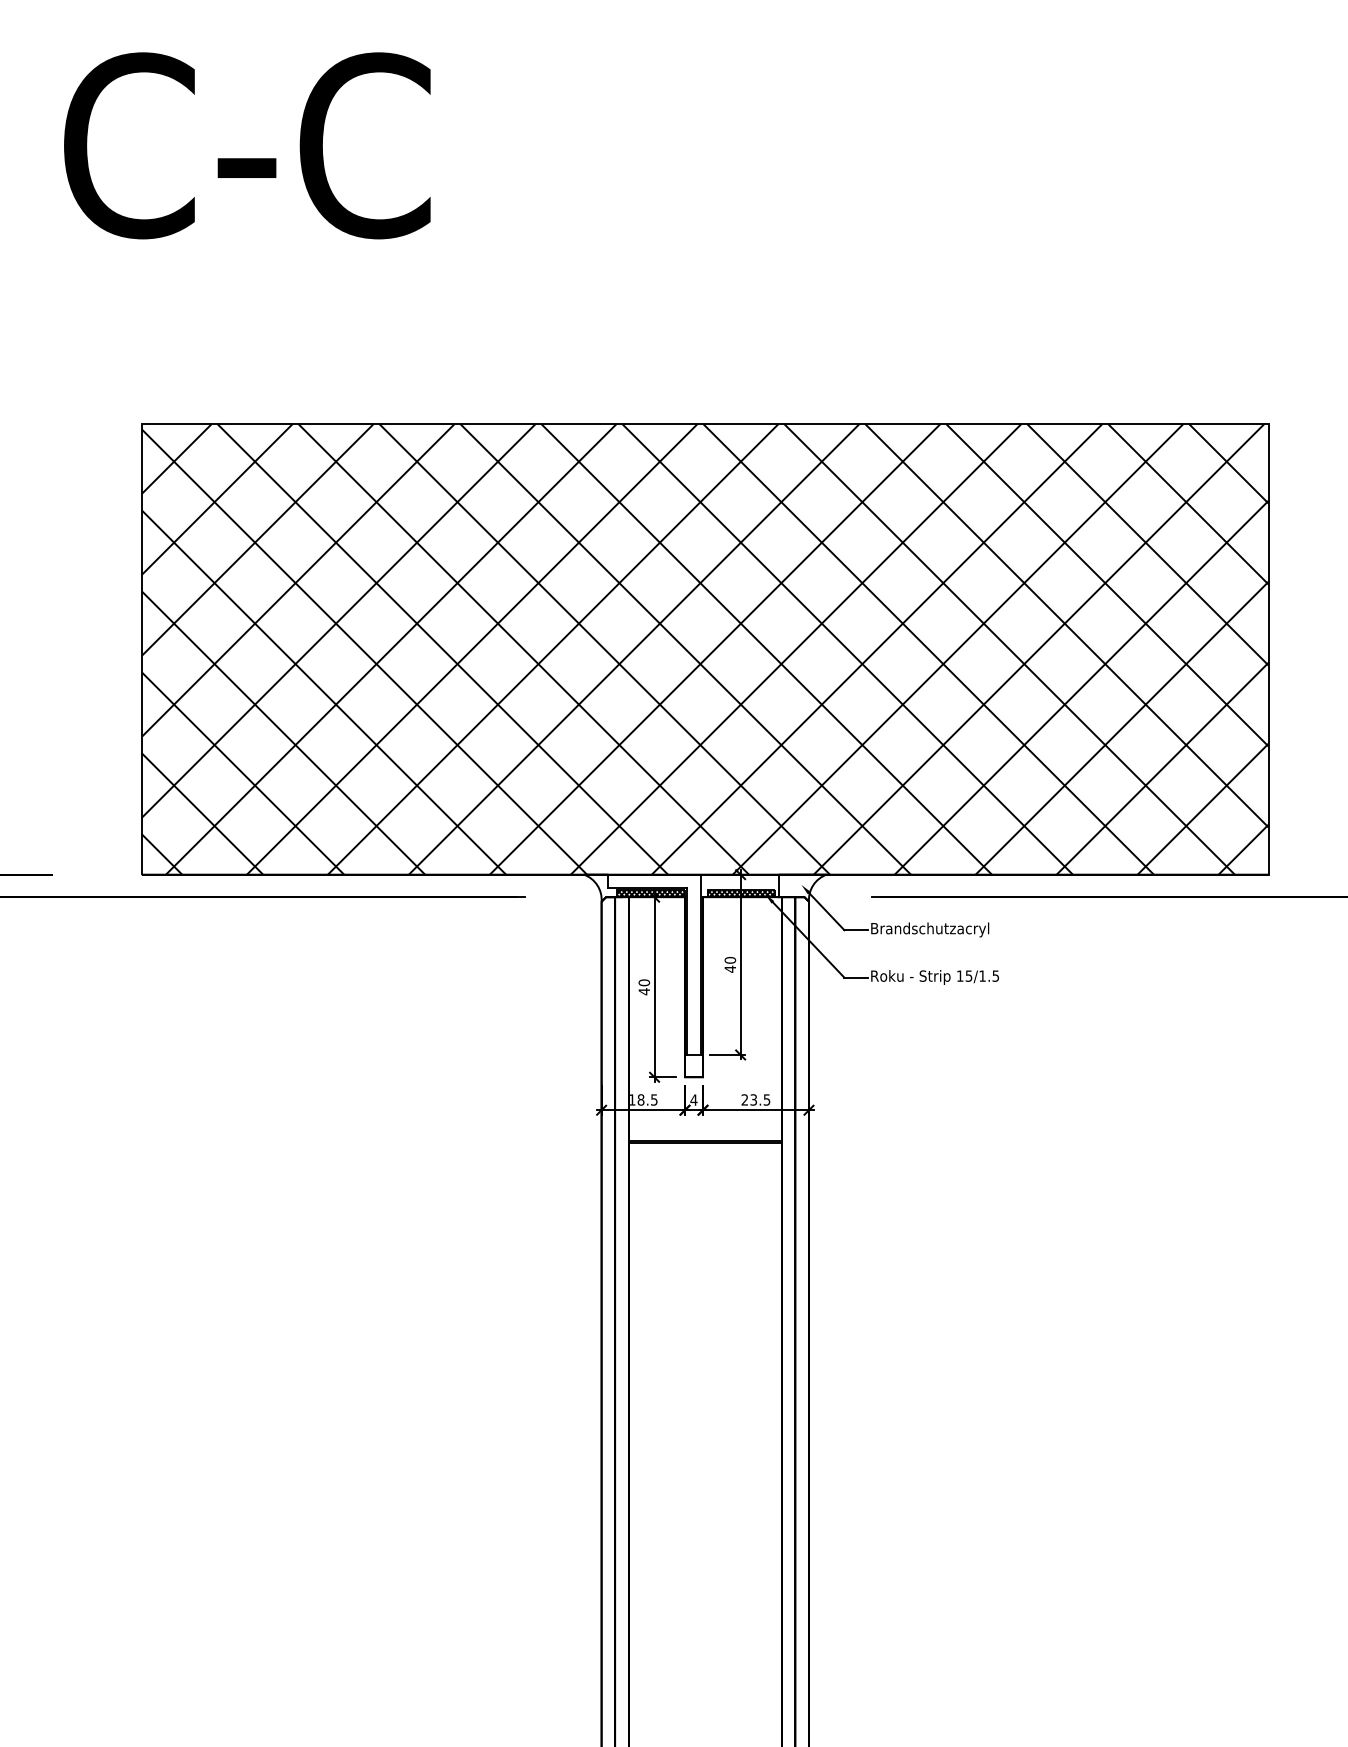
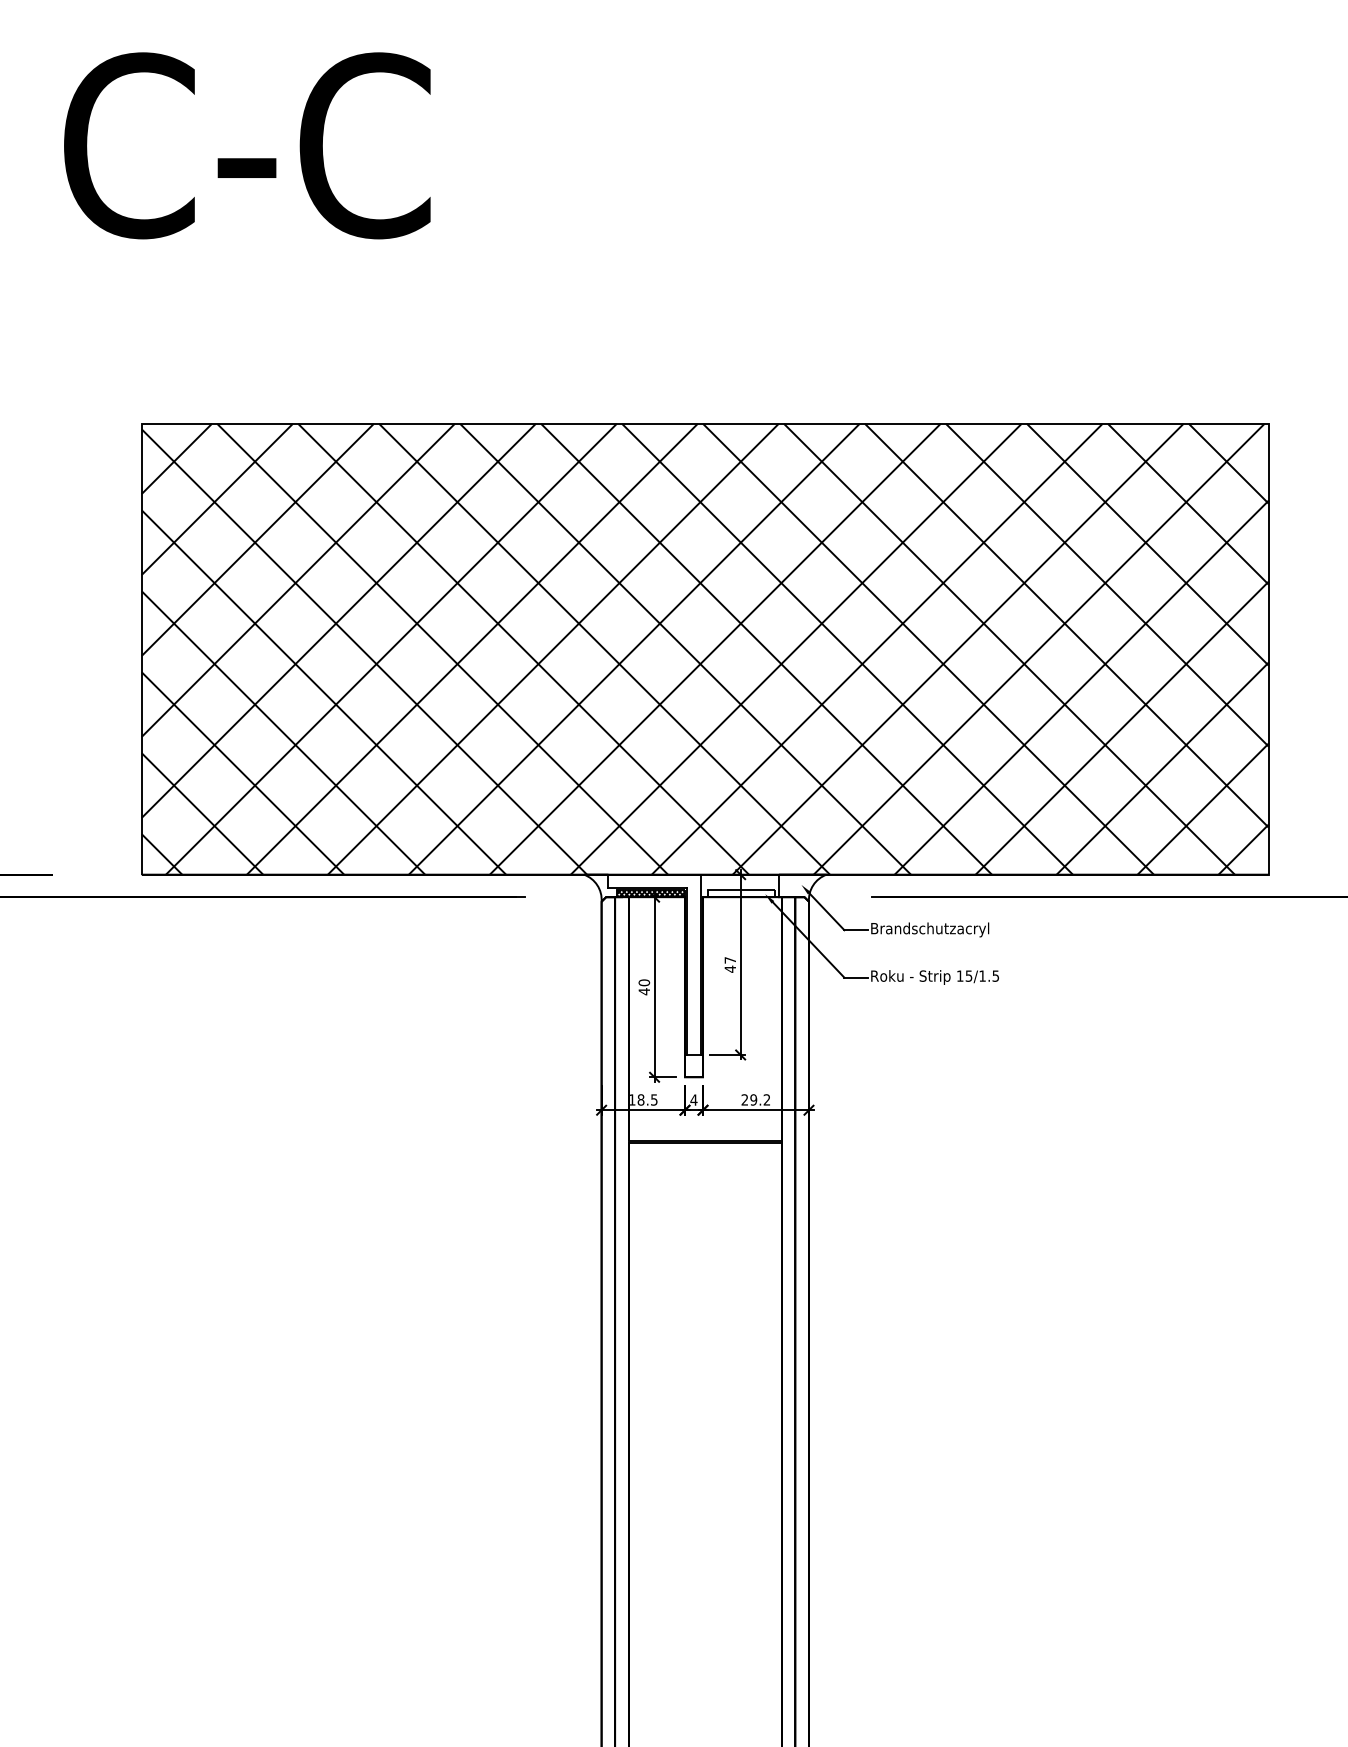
hatch at (741, 893): present -> none
text at (730, 959): 40 -> 47
text at (760, 1099): 23.5 -> 29.2
